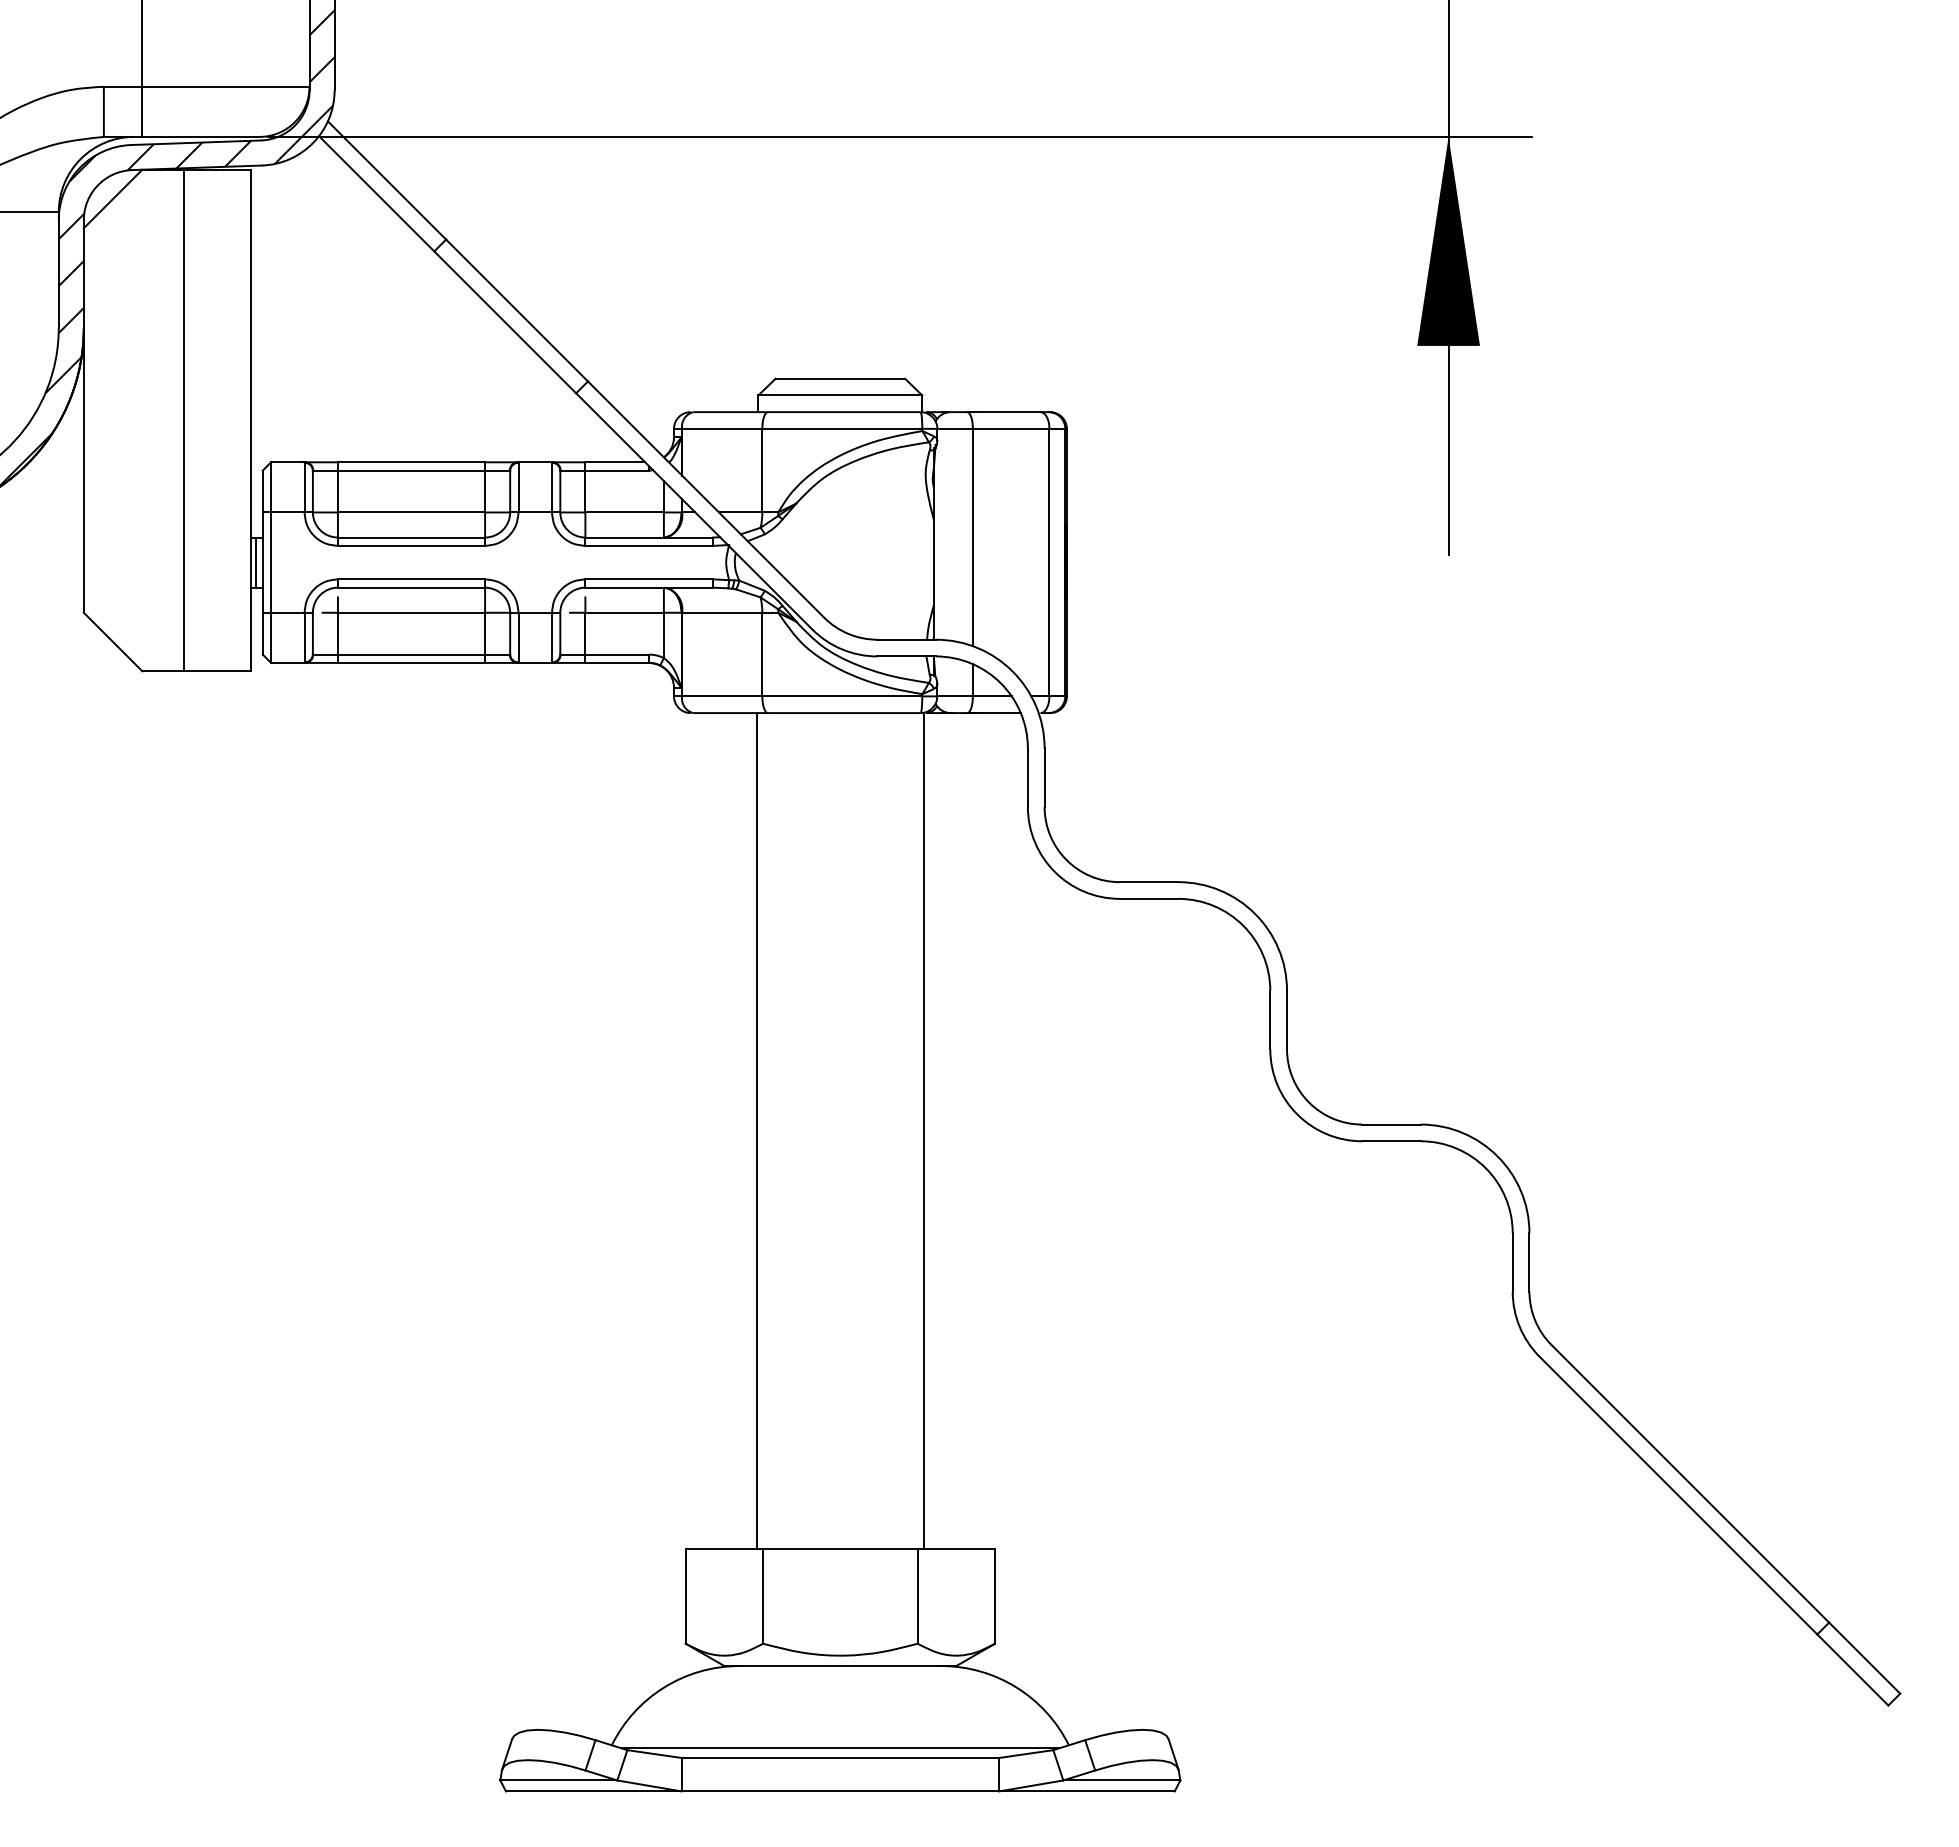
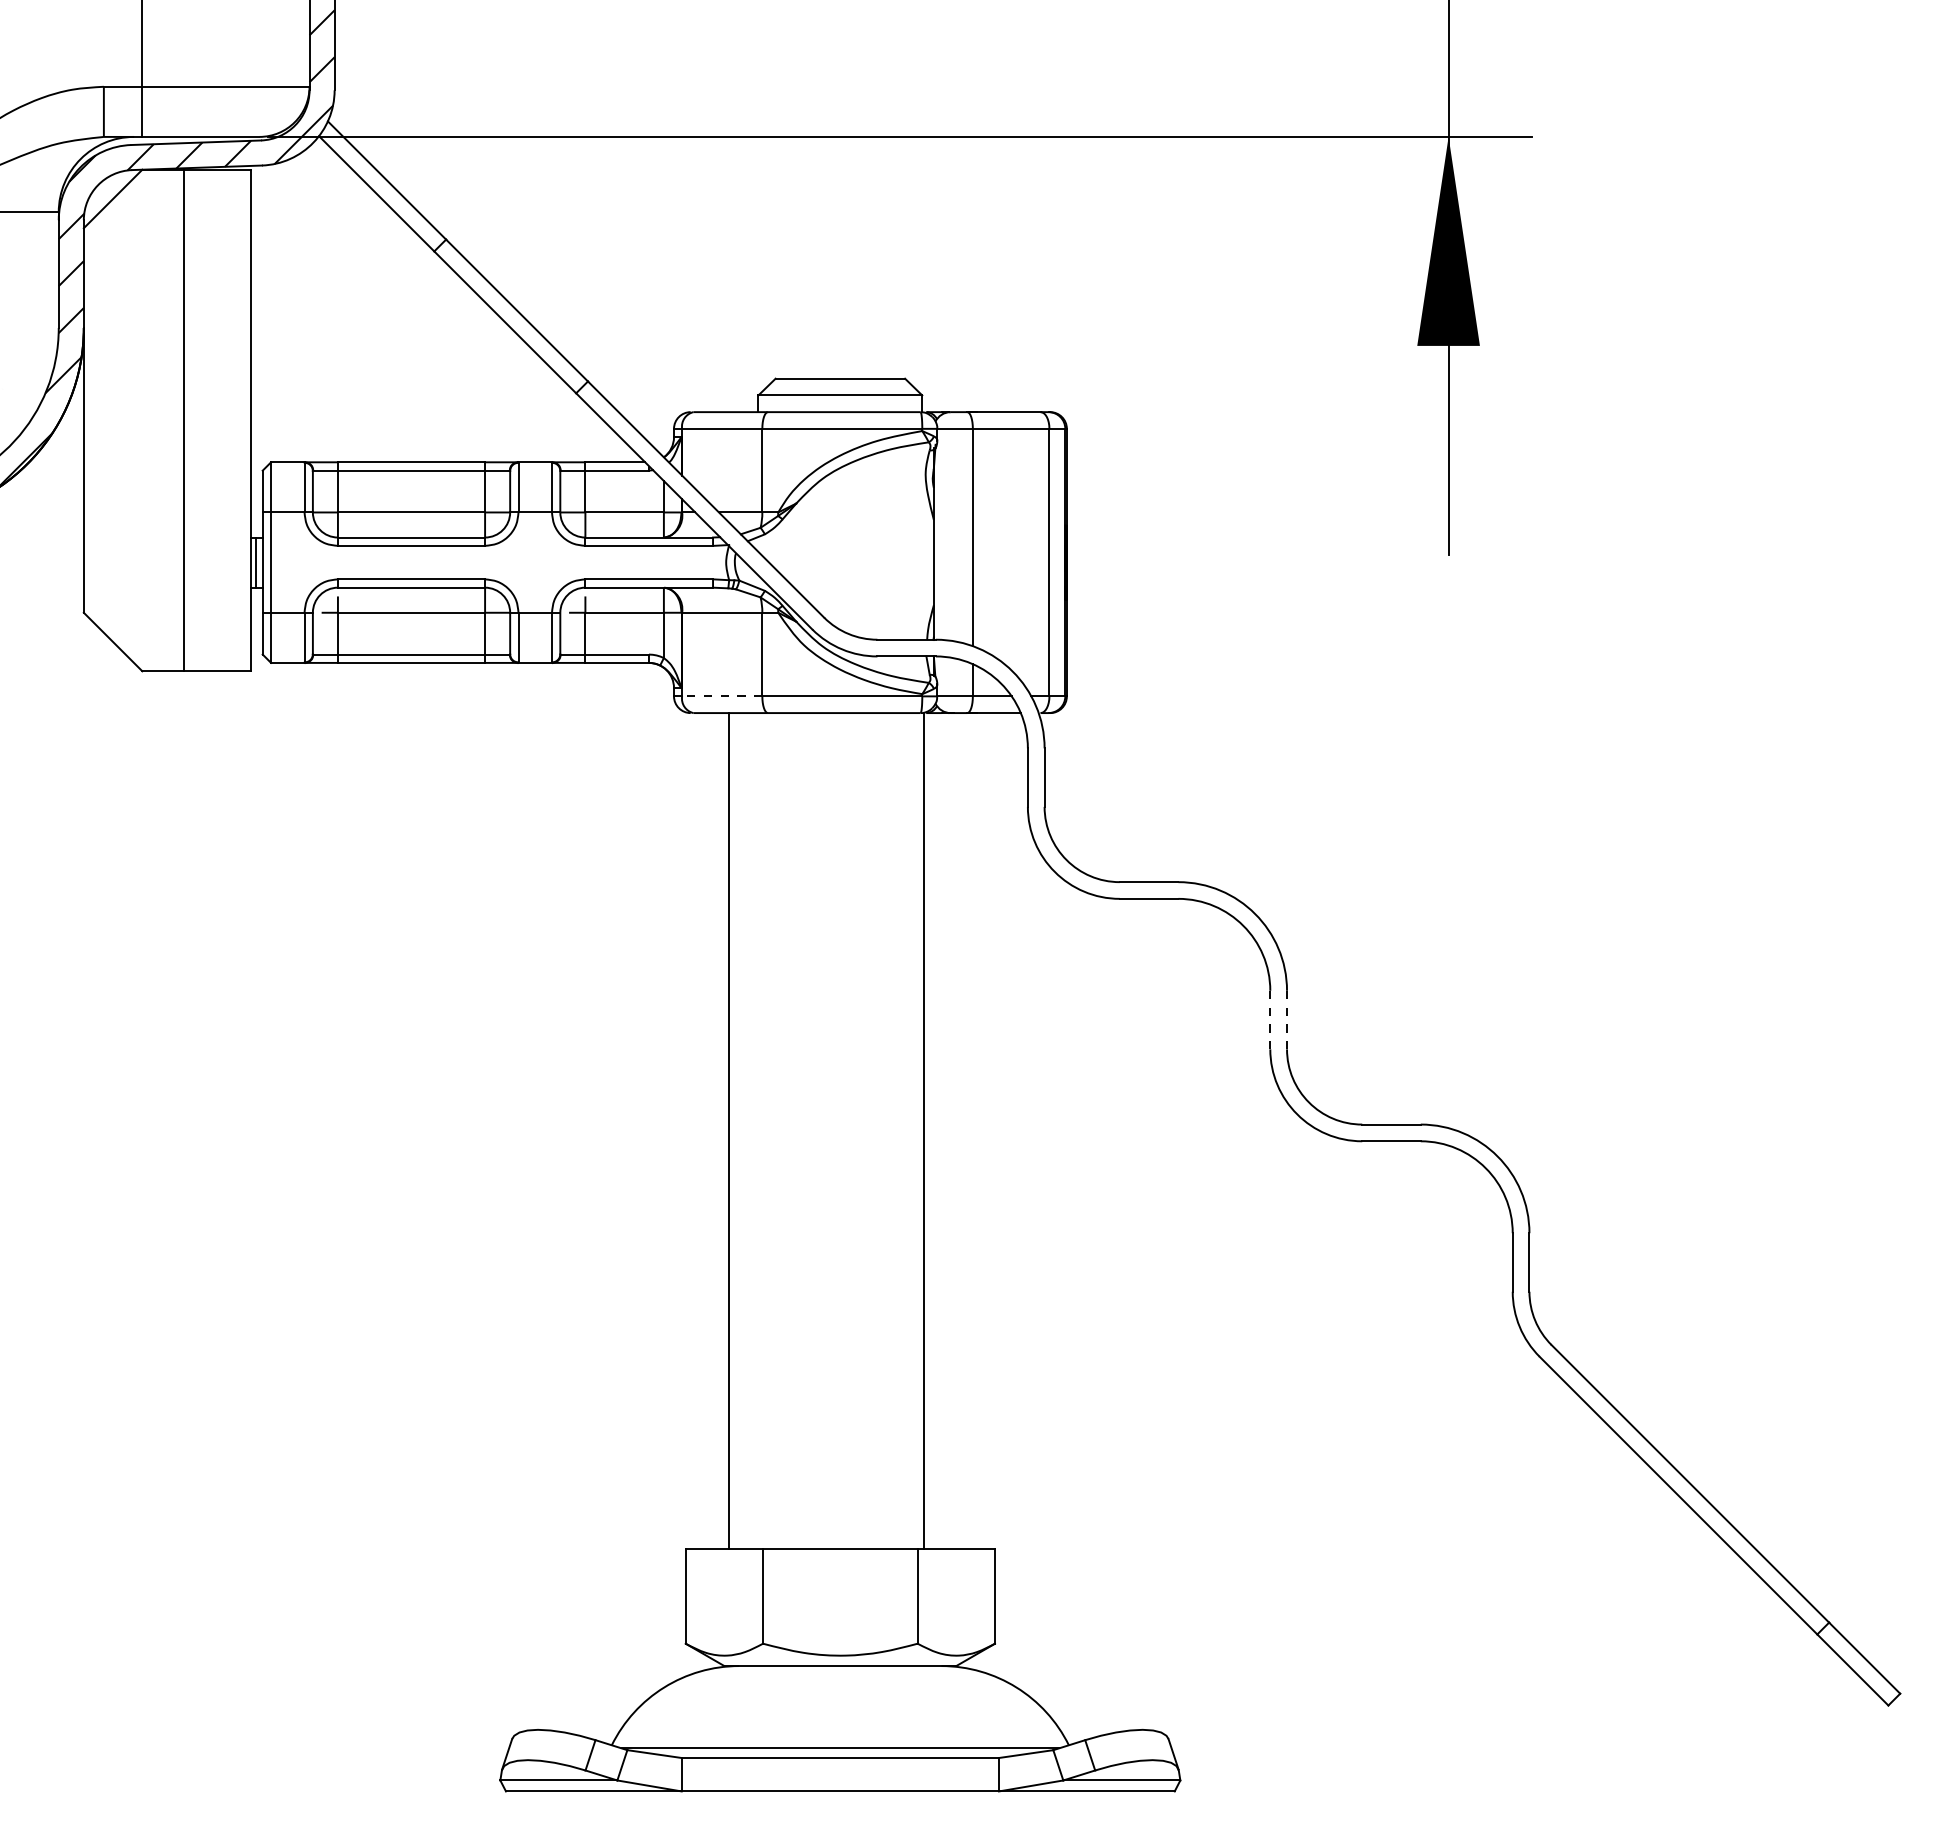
line at (721, 696): solid -> dashed
line at (1270, 1019): solid -> dashed
line at (1287, 1020): solid -> dashed
line at (756, 1131) position: (756, 1131) -> (728, 1131)
